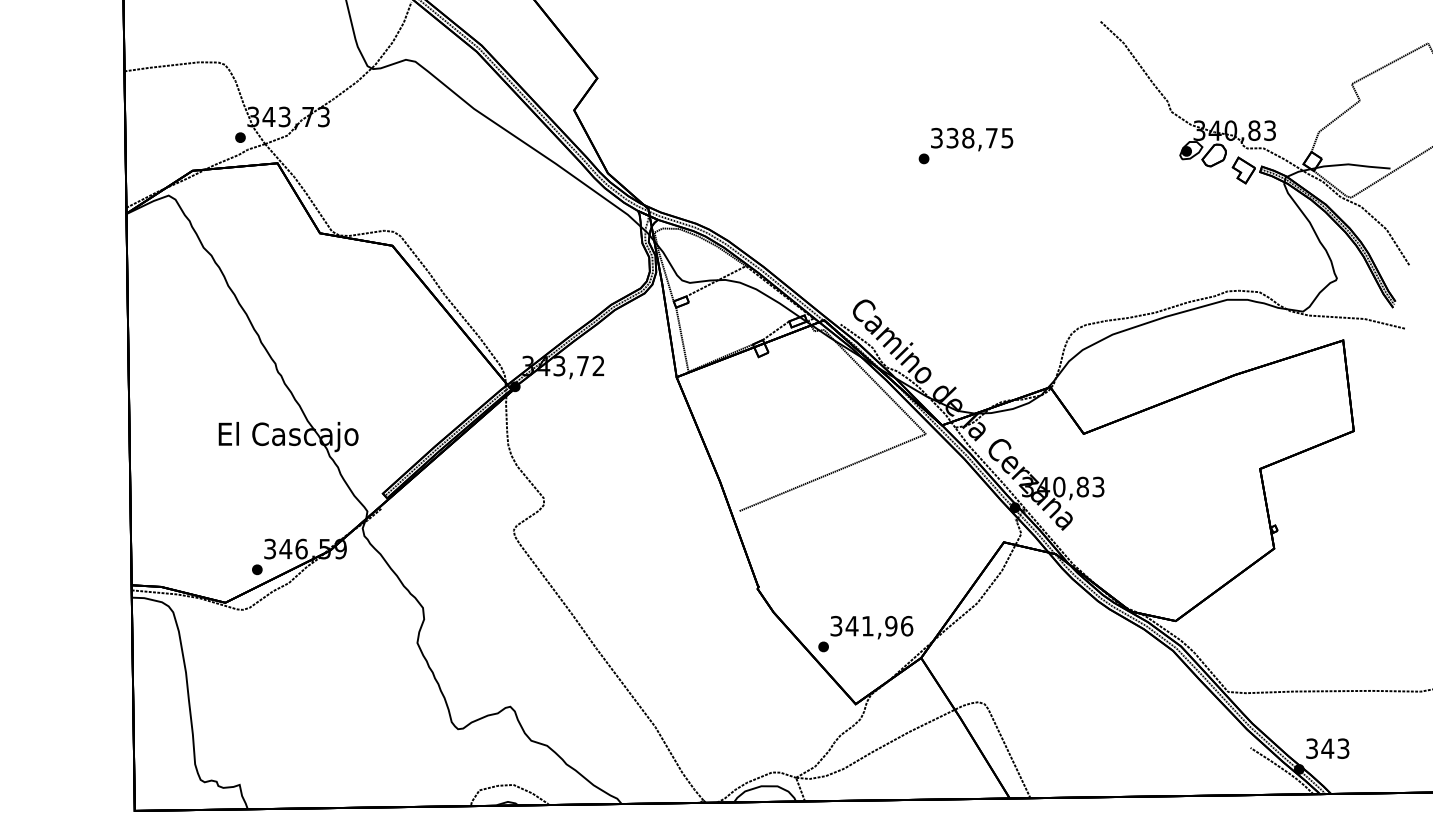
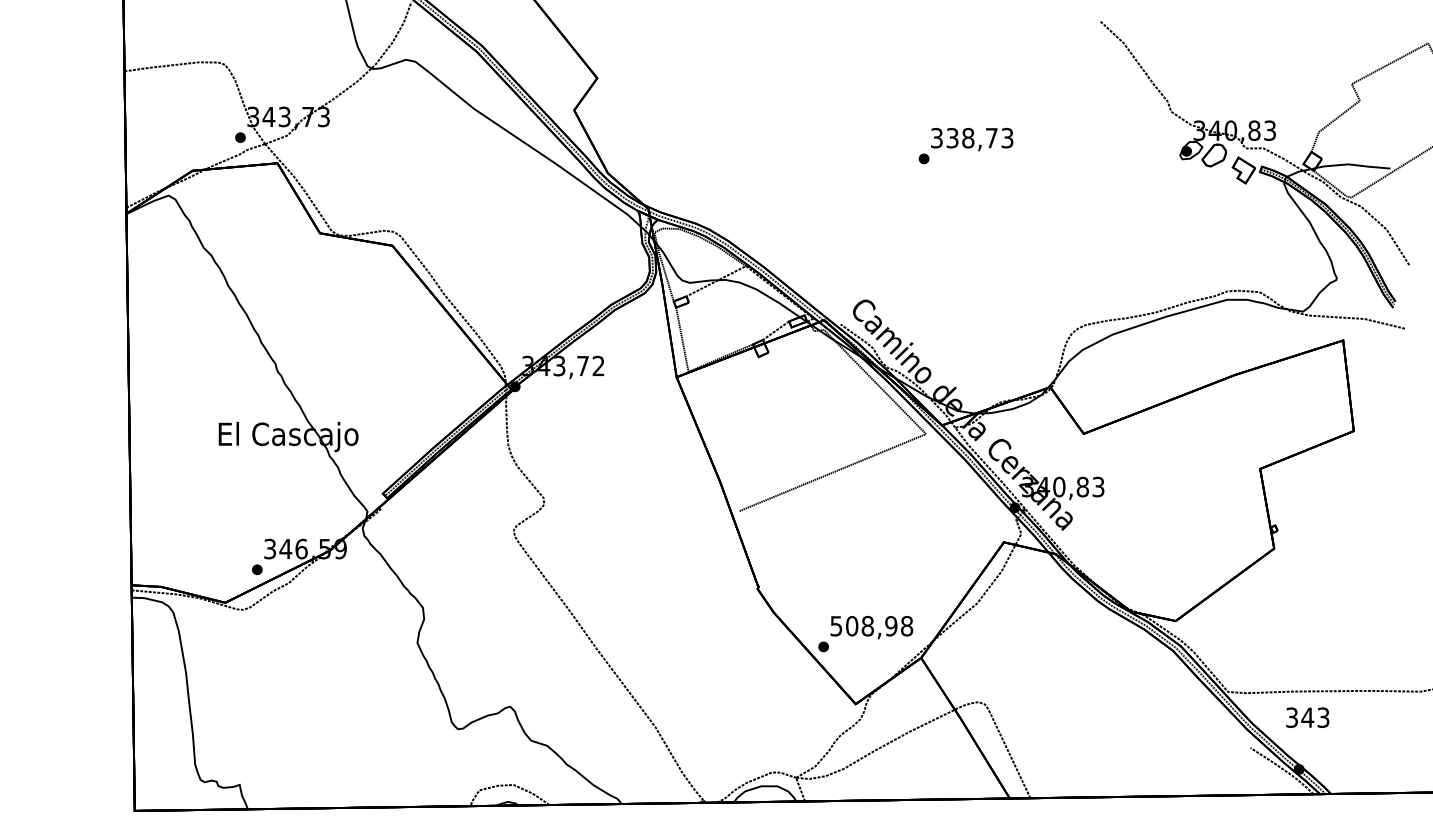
text at (1007, 137): 338,75 -> 338,73
text at (872, 625): 341,96 -> 508,98
text at (1327, 748) position: (1327, 748) -> (1307, 717)
